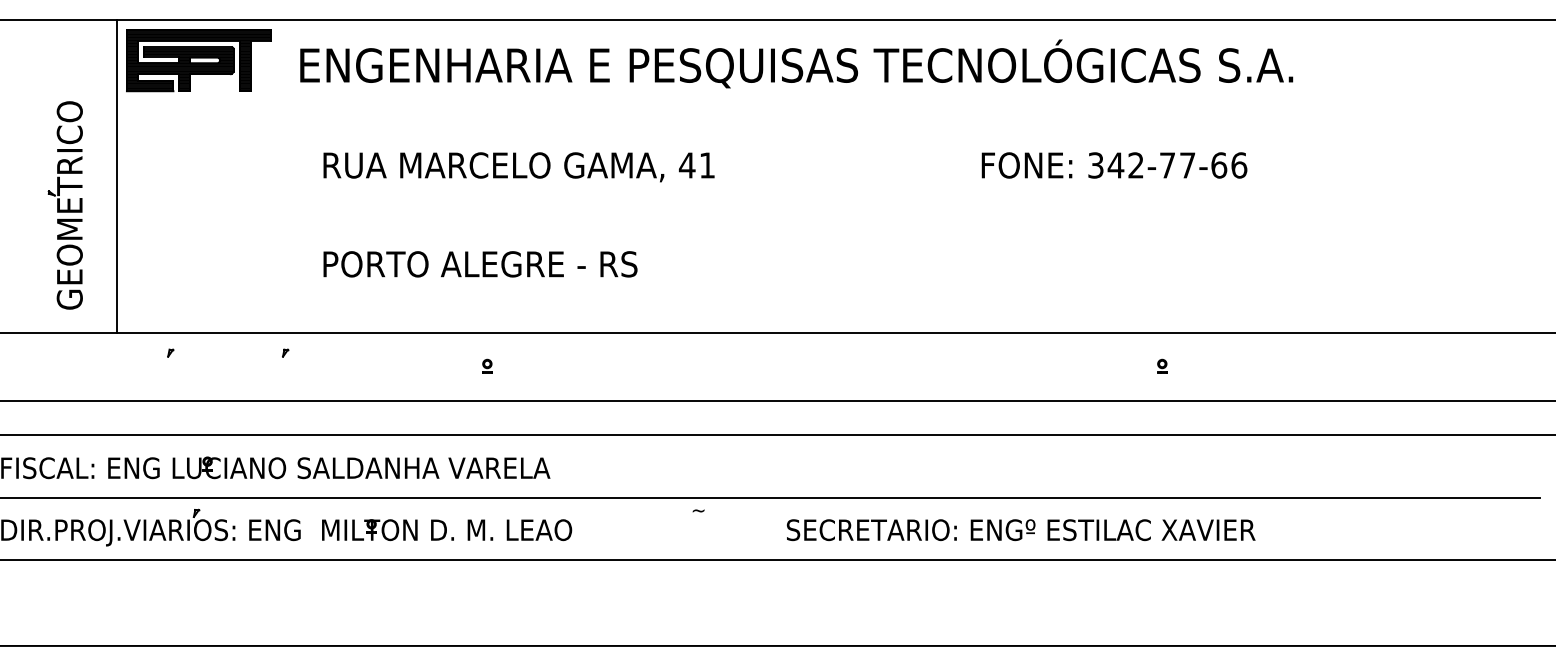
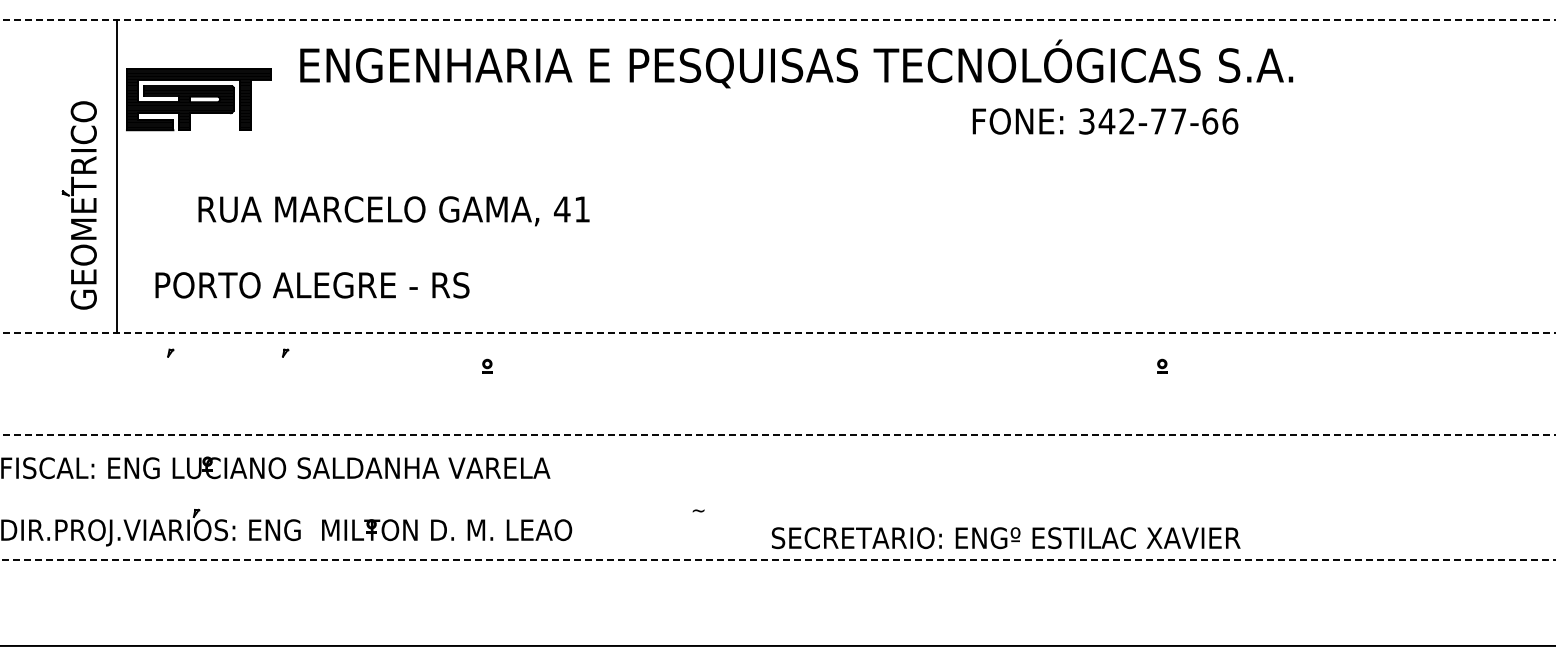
line at (778, 20): solid -> dashed
part at (198, 60) position: (198, 60) -> (198, 99)
text at (1114, 165) position: (1114, 165) -> (1105, 121)
text at (518, 167) position: (518, 167) -> (393, 211)
part at (64, 205) position: (64, 205) -> (78, 205)
text at (480, 264) position: (480, 264) -> (312, 285)
line at (778, 332): solid -> dashed
line at (777, 400): present -> none
line at (778, 434): solid -> dashed
line at (770, 497): present -> none
text at (1020, 530) position: (1020, 530) -> (1005, 538)
line at (778, 560): solid -> dashed
